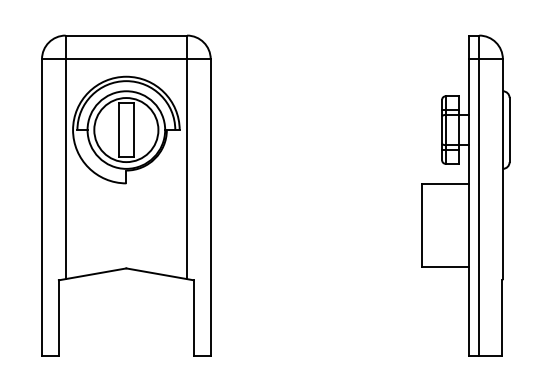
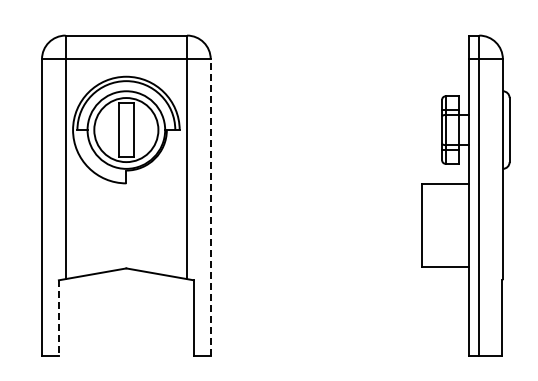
line at (210, 207): solid -> dashed
line at (58, 318): solid -> dashed
